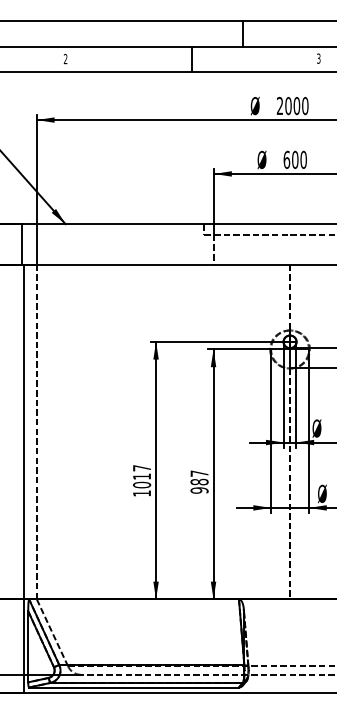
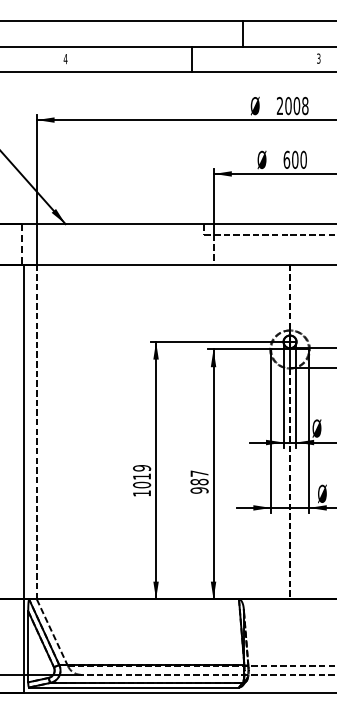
text at (65, 59): 2 -> 4
text at (305, 105): 2000 -> 2008
line at (21, 244): solid -> dashed
text at (142, 468): 1017 -> 1019
